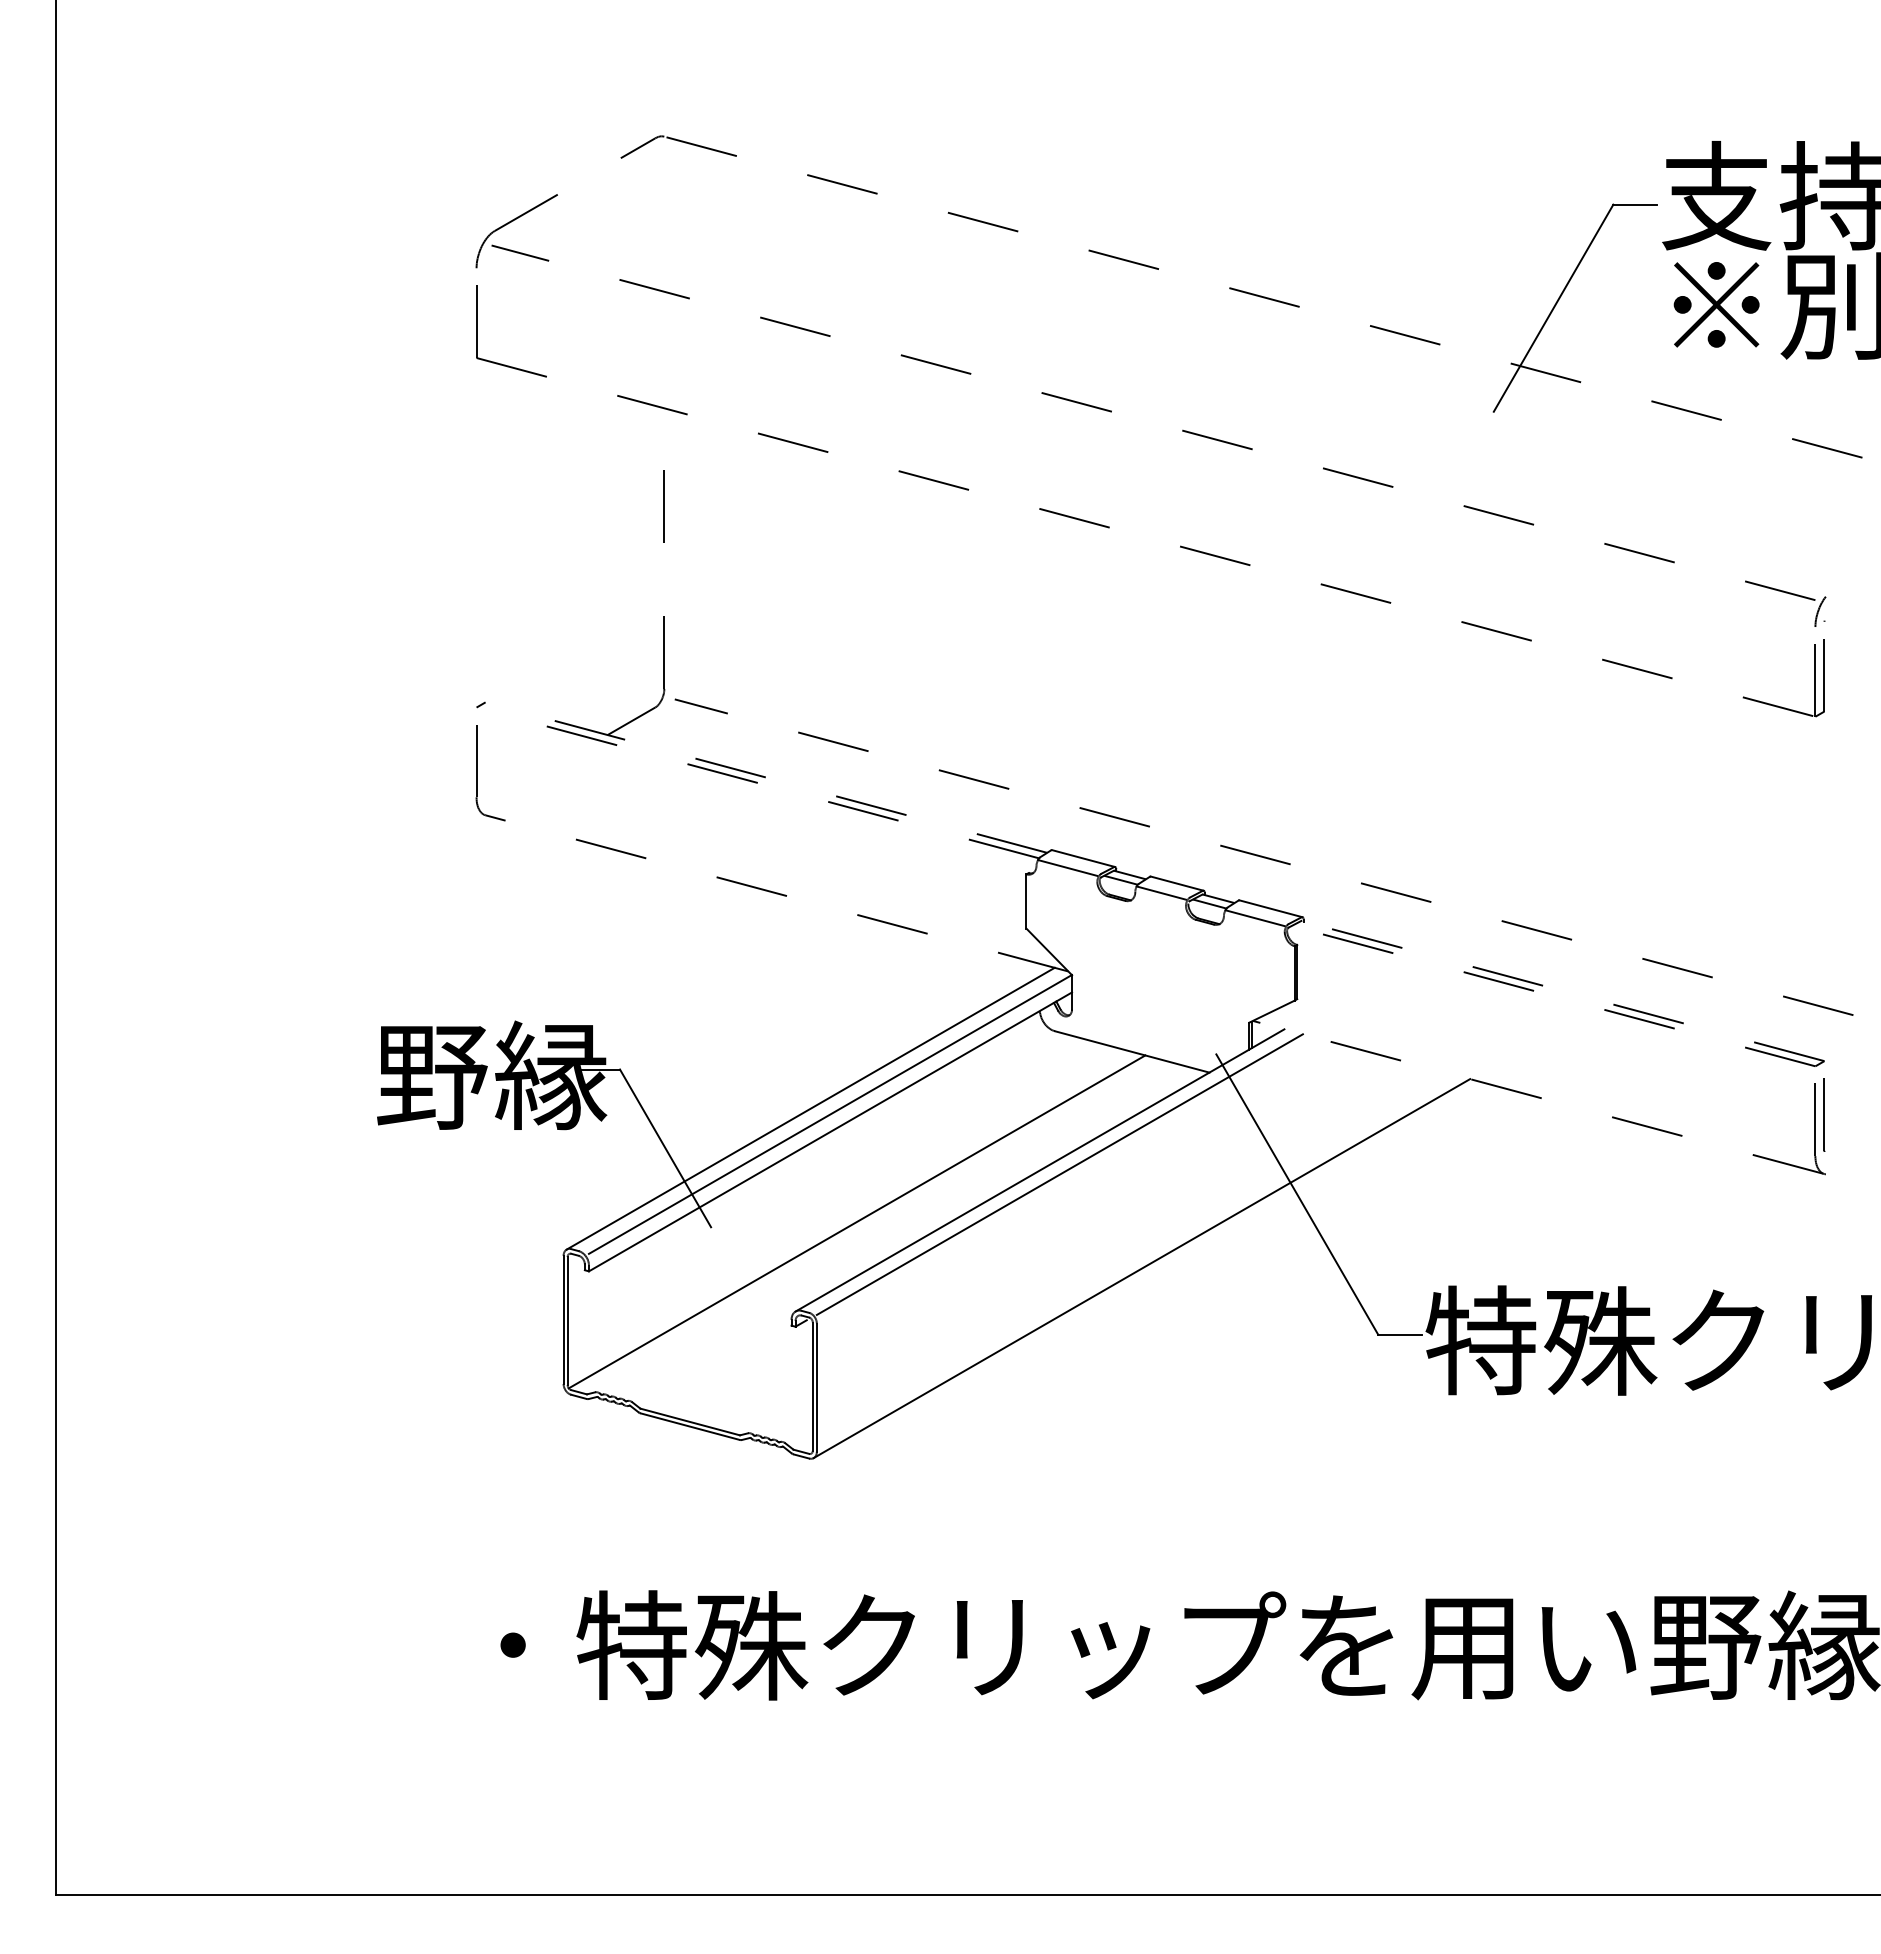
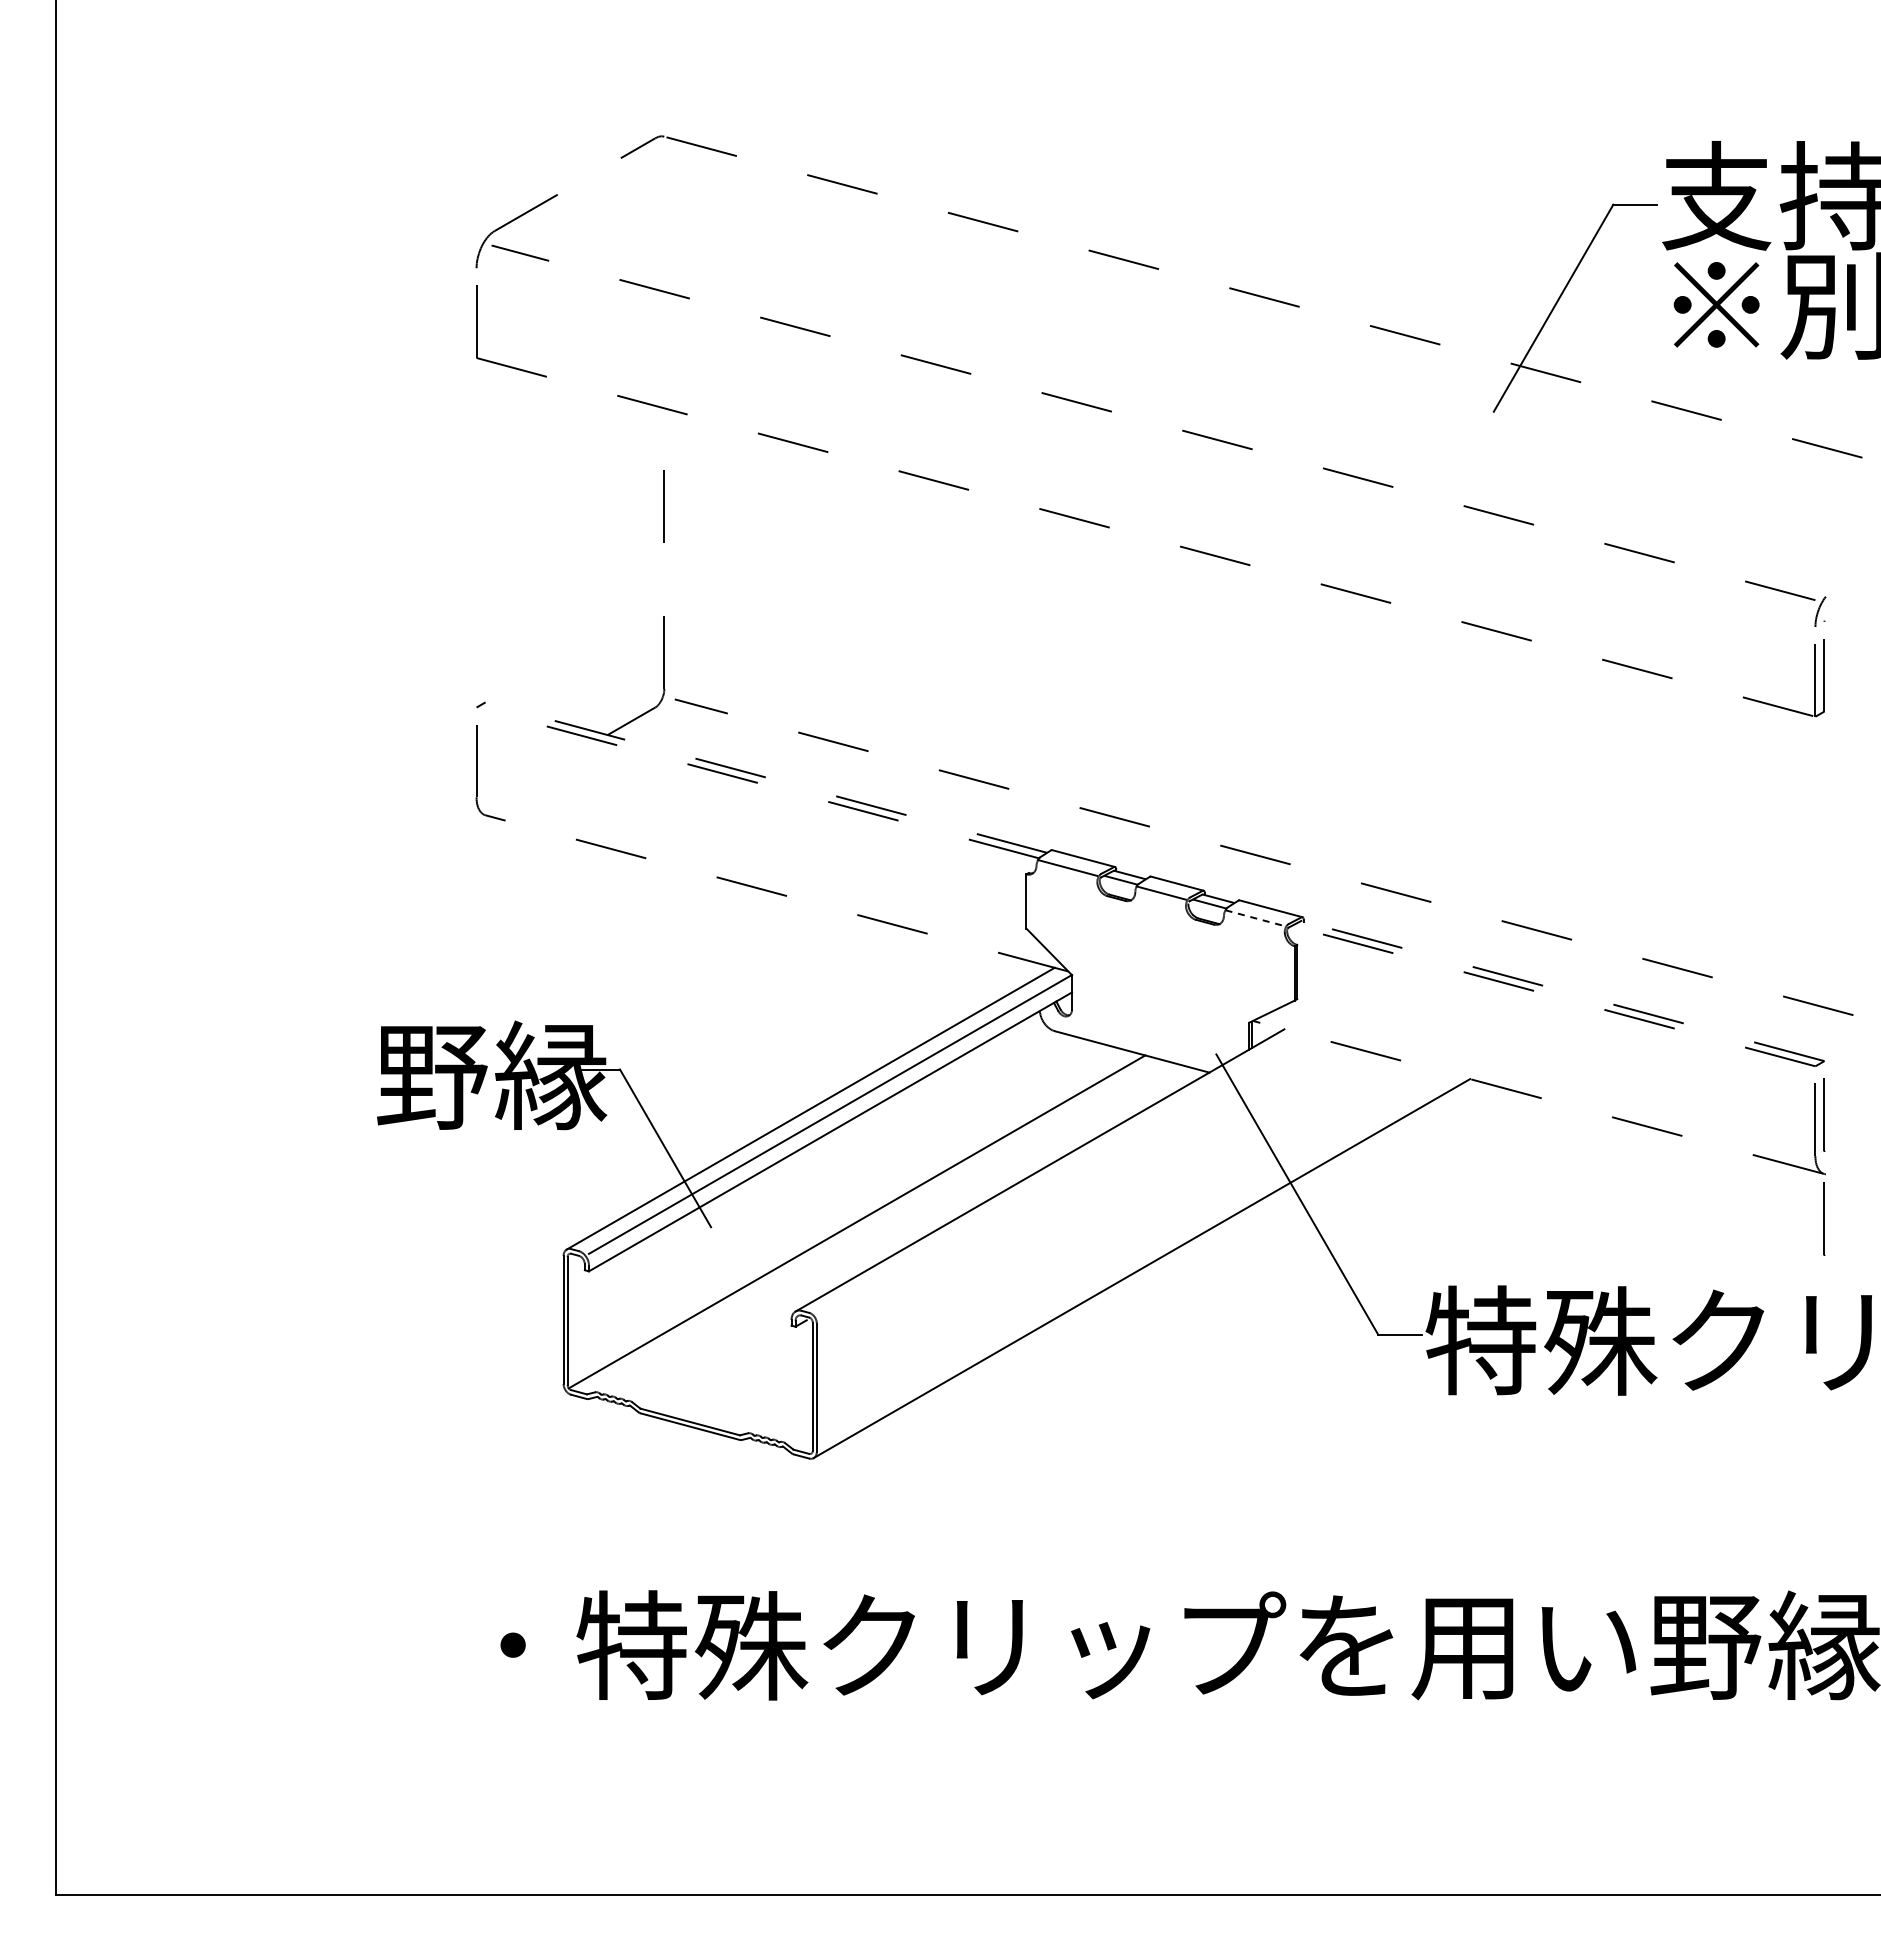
line at (1255, 918): solid -> dashed
line at (1059, 1174): present -> none
line at (1824, 1218): none -> present
